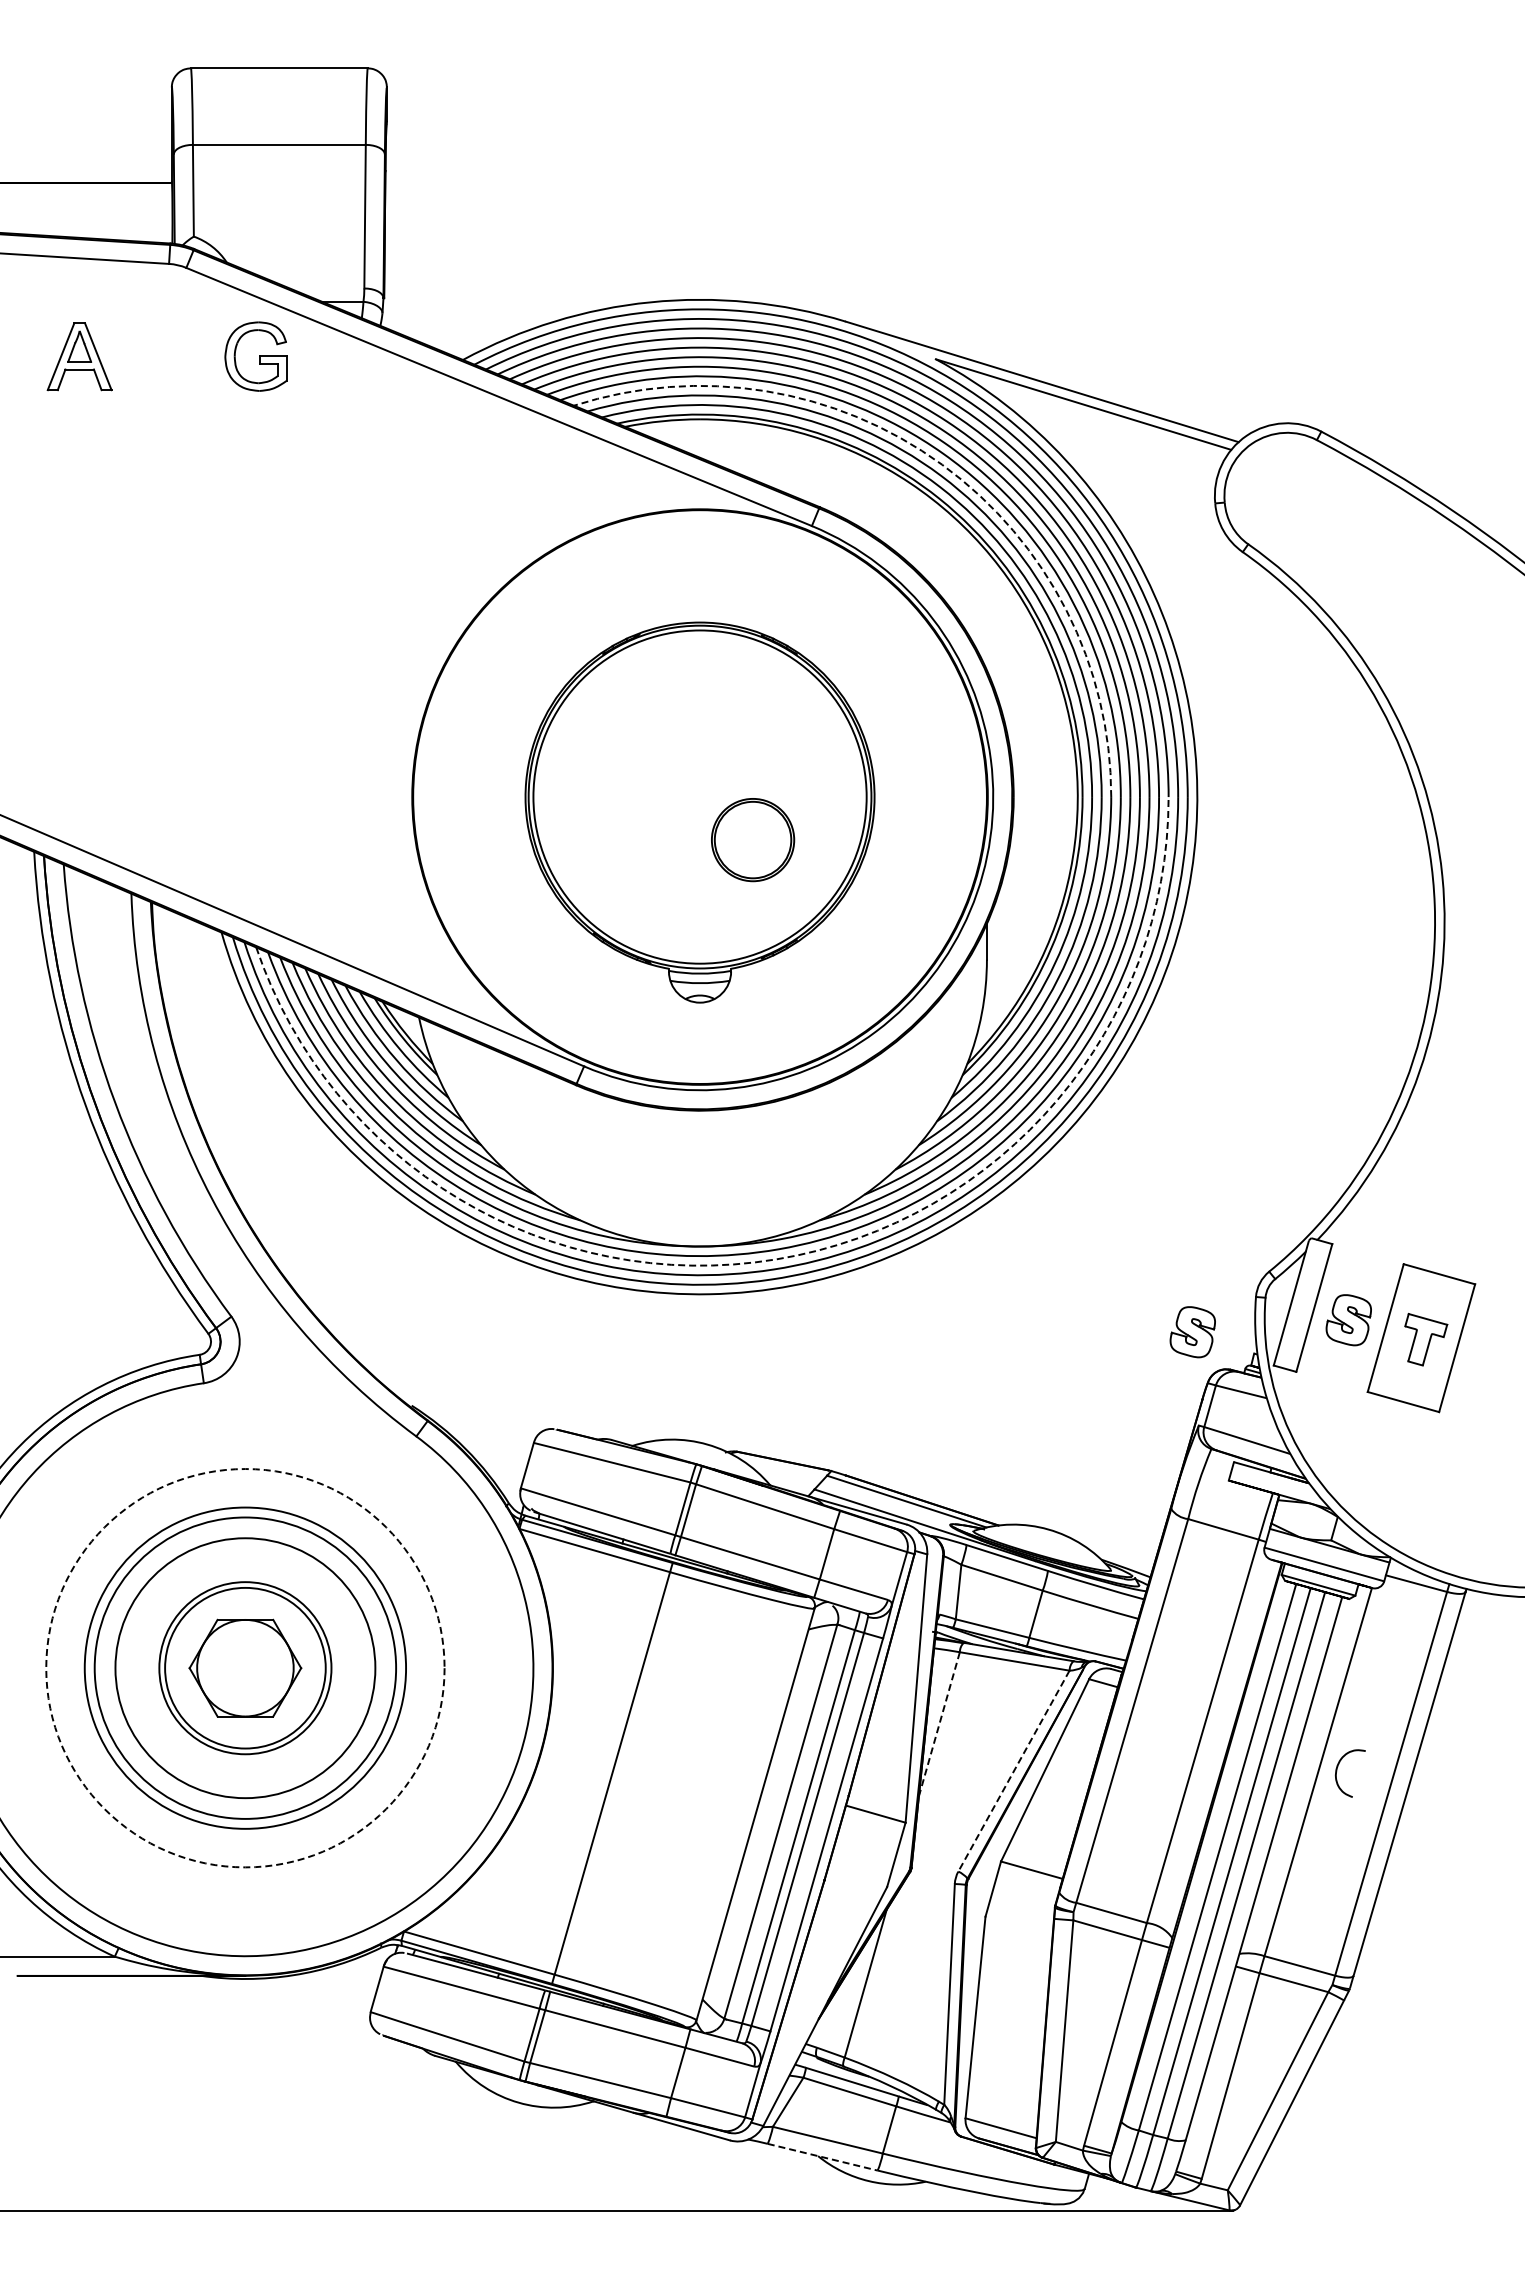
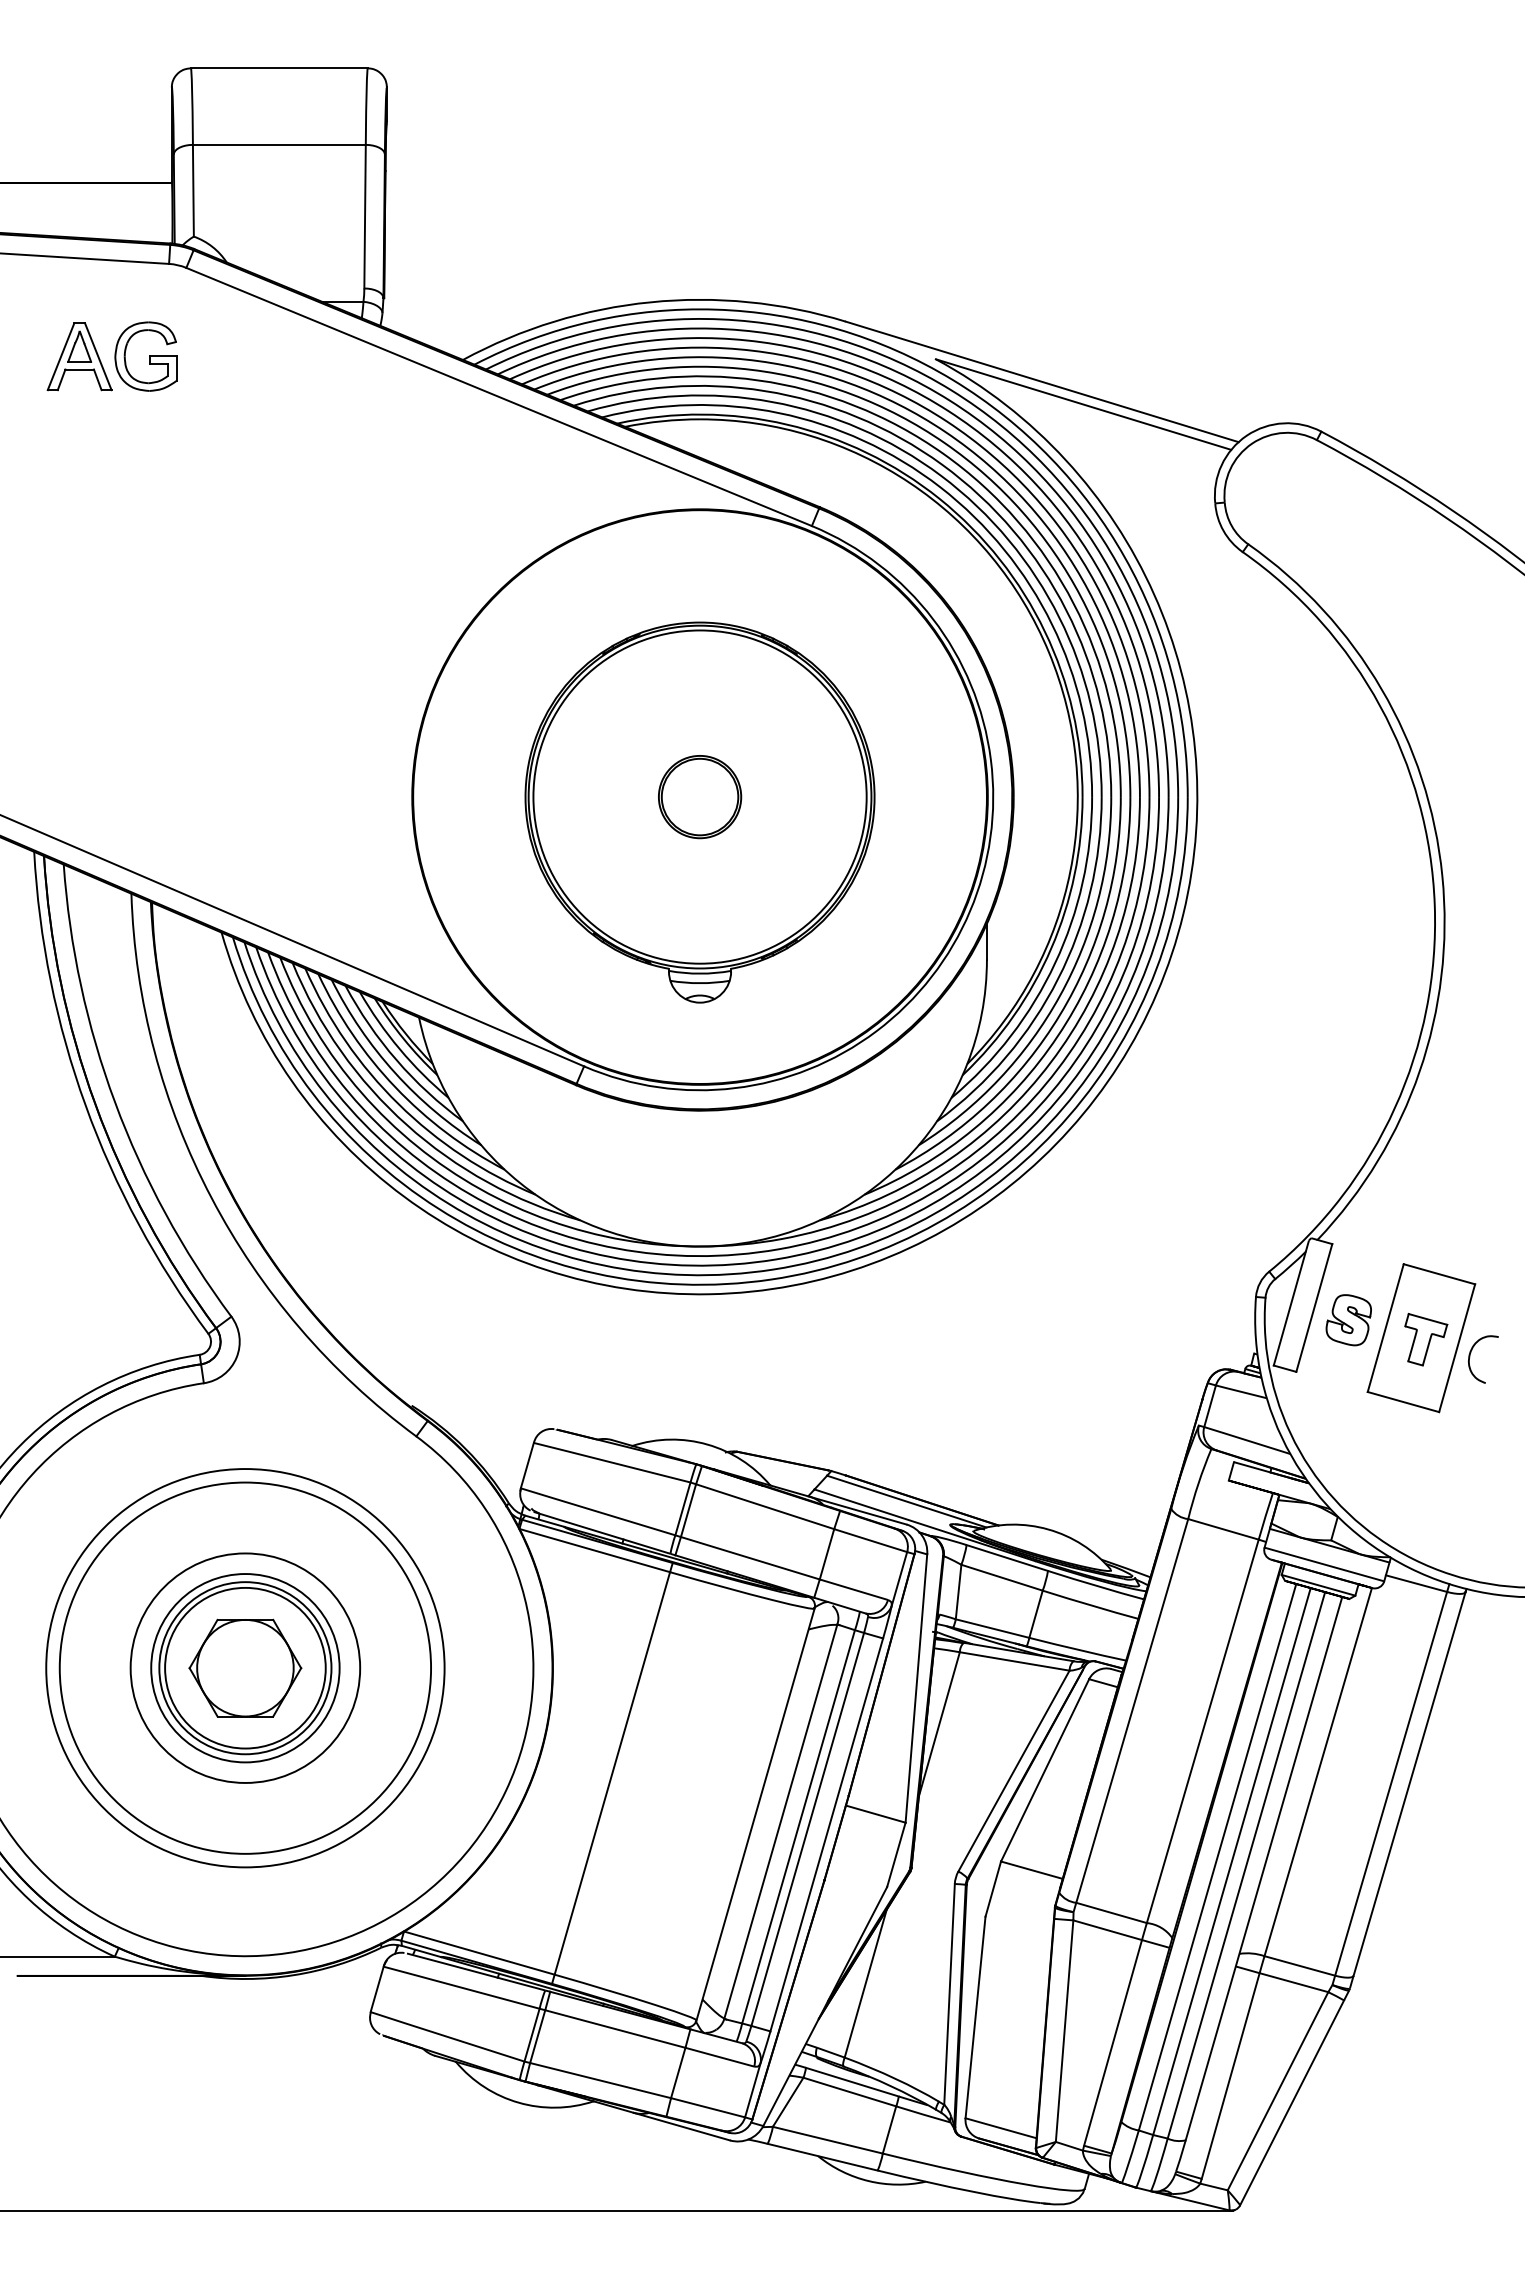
part at (255, 356) position: (255, 356) -> (145, 356)
arc at (942, 464): dashed -> solid
part at (753, 840) position: (753, 840) -> (700, 797)
arc at (776, 1259): dashed -> solid
part at (1192, 1332): present -> none
circle at (245, 1667) diameter: 301 px -> 188 px
circle at (245, 1667) diameter: 321 px -> 230 px
circle at (245, 1668) diameter: 260 px -> 371 px
circle at (245, 1668): dashed -> solid
line at (939, 1723): dashed -> solid
line at (1013, 1771): dashed -> solid
curve at (1337, 1771) position: (1337, 1771) -> (1470, 1357)
line at (822, 2157): dashed -> solid
